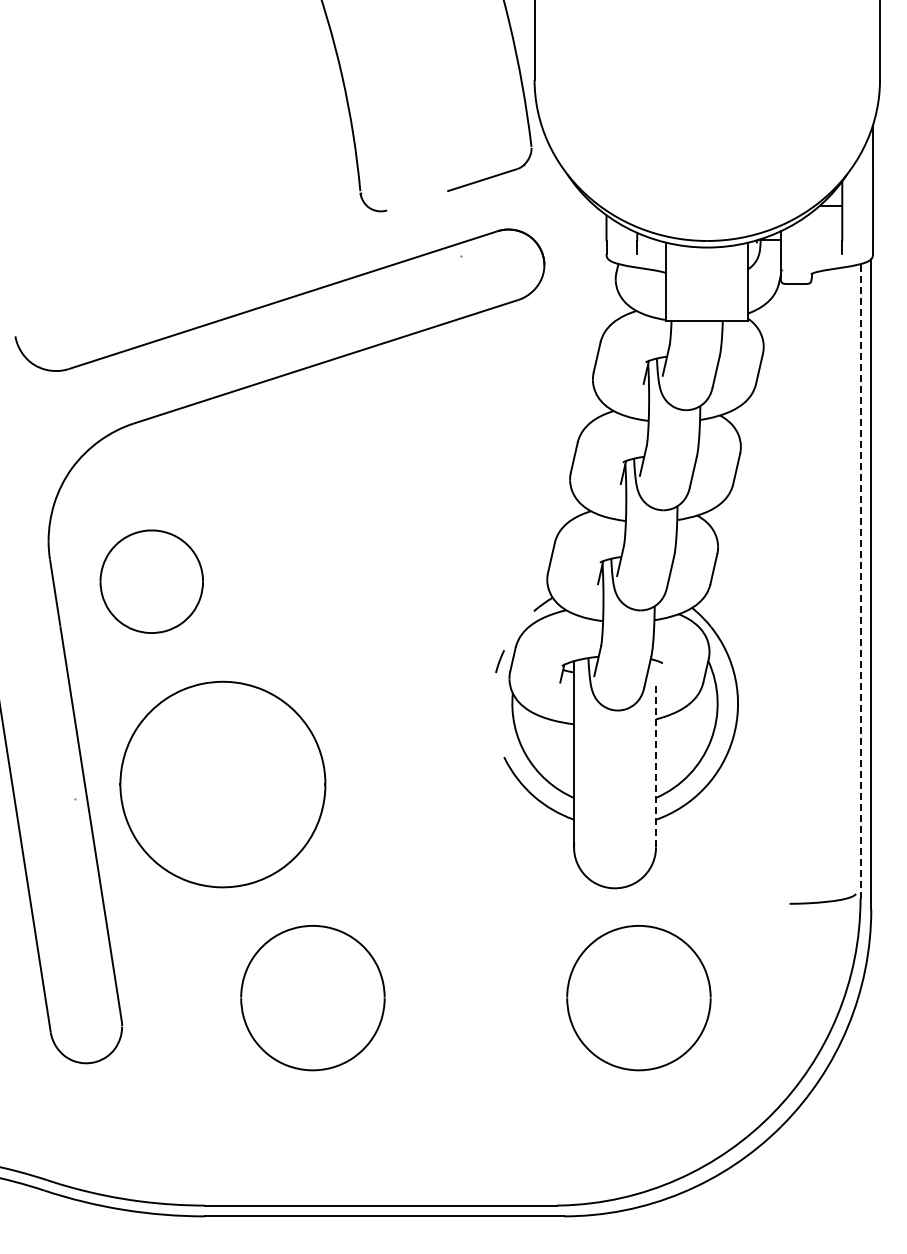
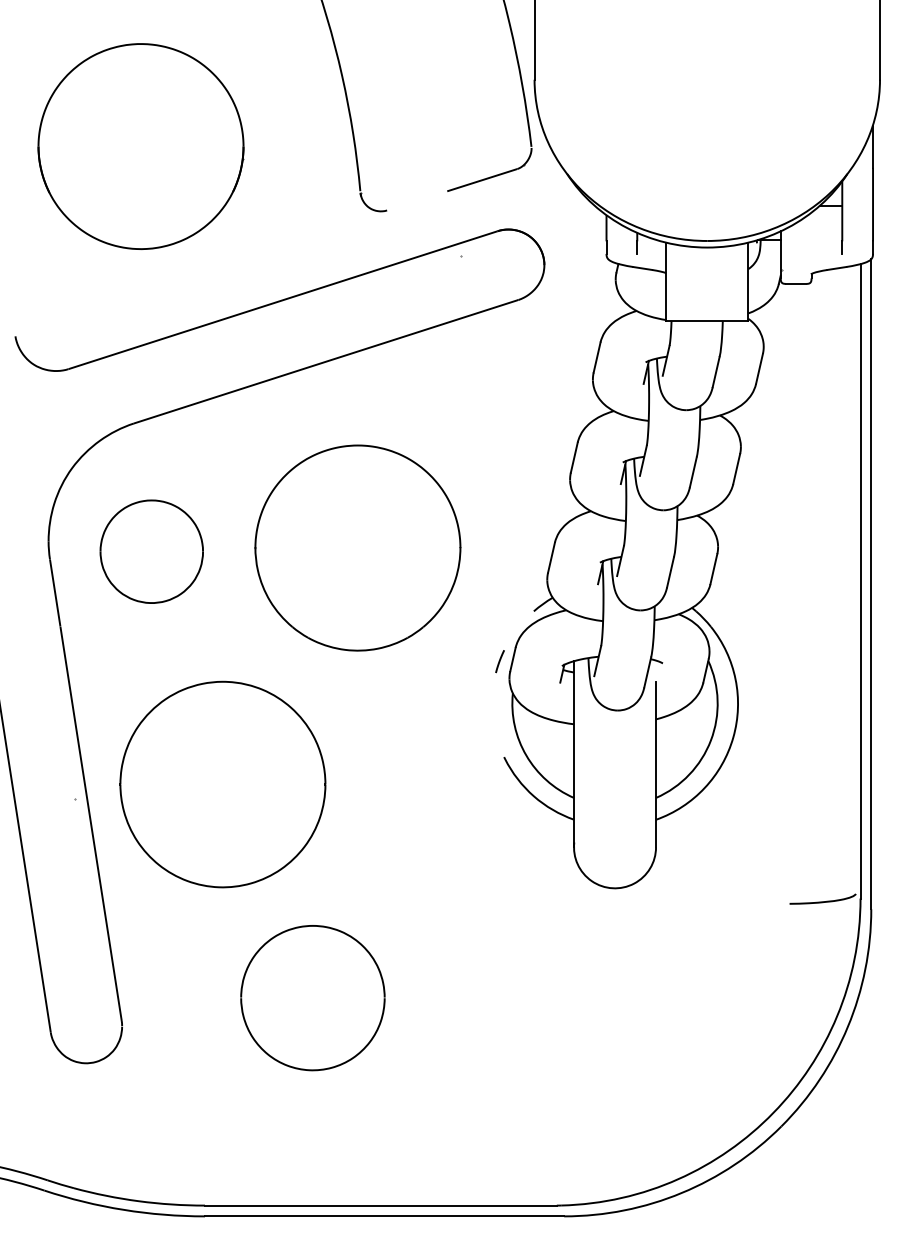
part at (140, 146): none -> present
part at (357, 547): none -> present
line at (860, 580): dashed -> solid
part at (151, 581) position: (151, 581) -> (151, 551)
line at (656, 764): dashed -> solid
part at (638, 998): present -> none
